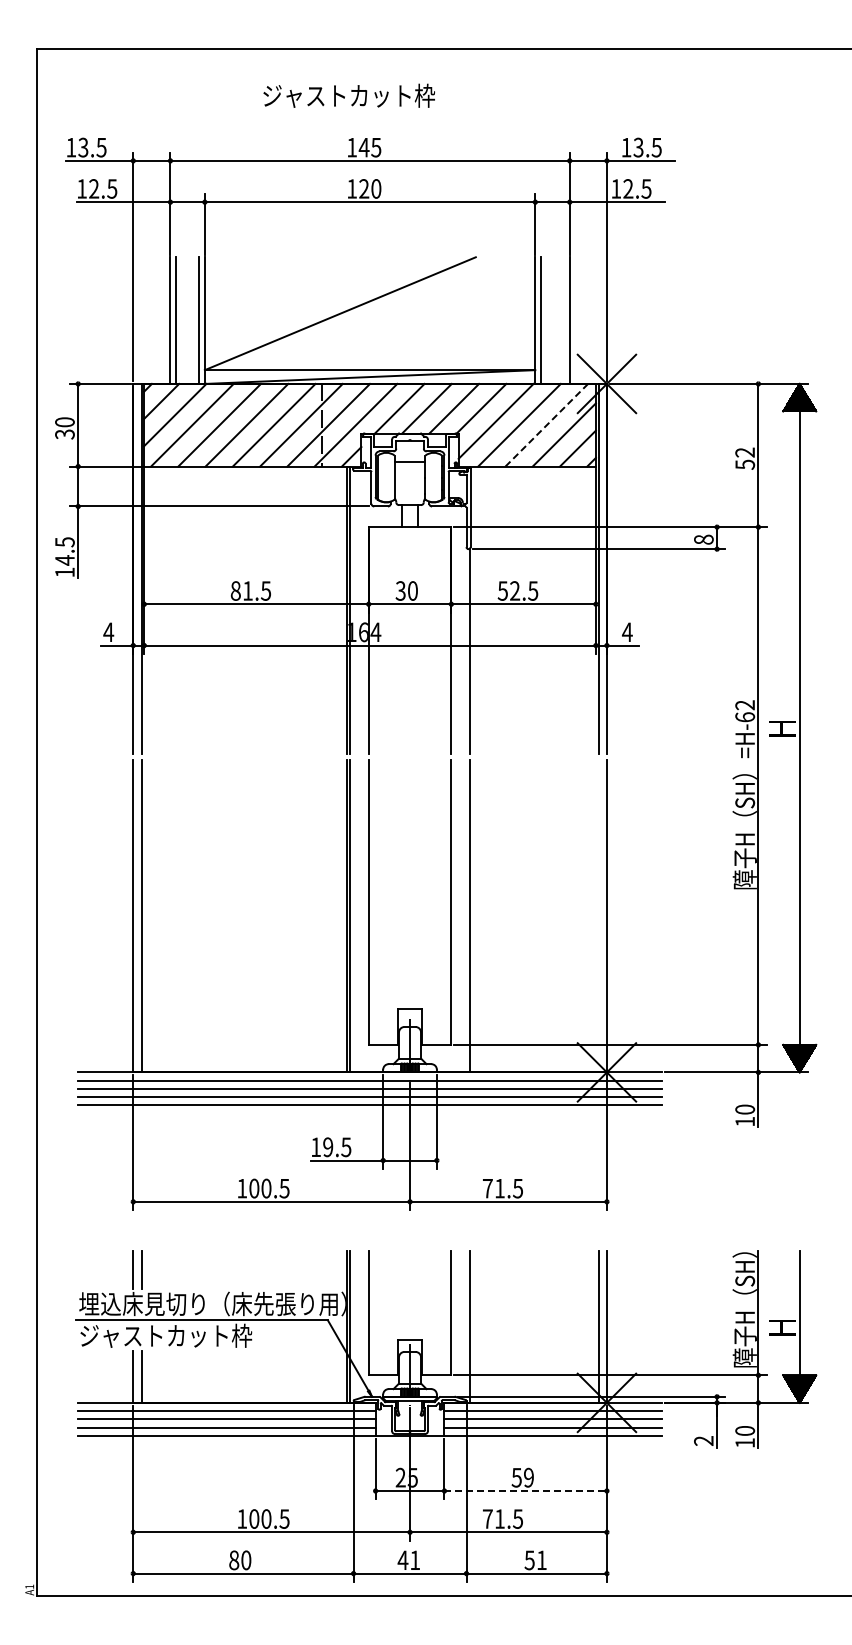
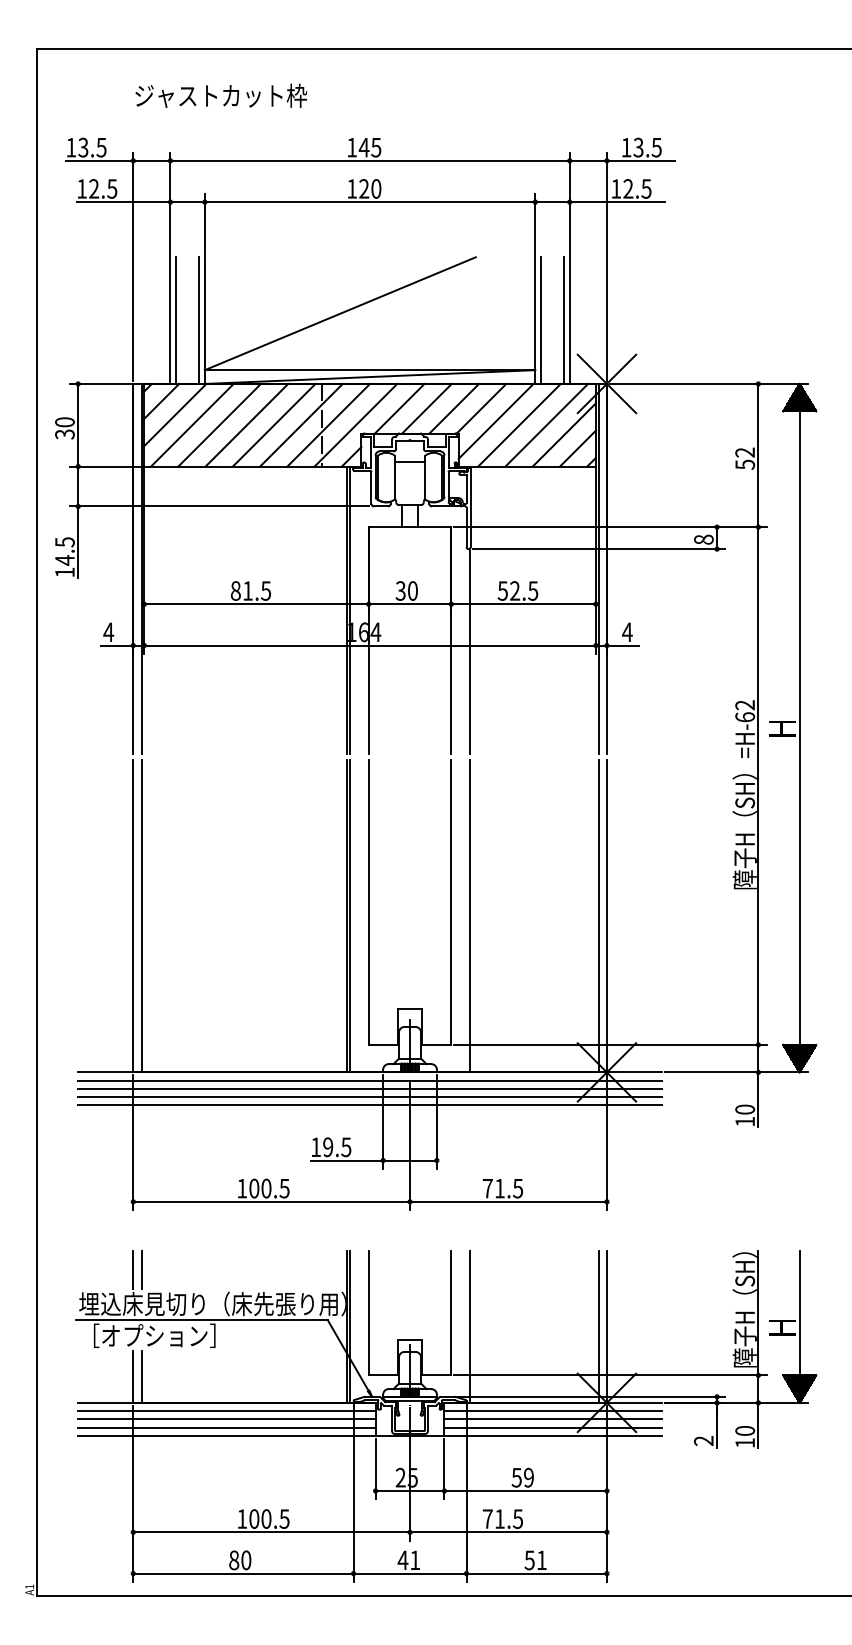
text at (348, 95) position: (348, 95) -> (220, 95)
line at (564, 320): none -> present
line at (547, 424): dashed -> solid
line at (598, 915): none -> present
text at (166, 1335): ジャストカット枠 -> ［オプション］
line at (526, 1491): dashed -> solid
